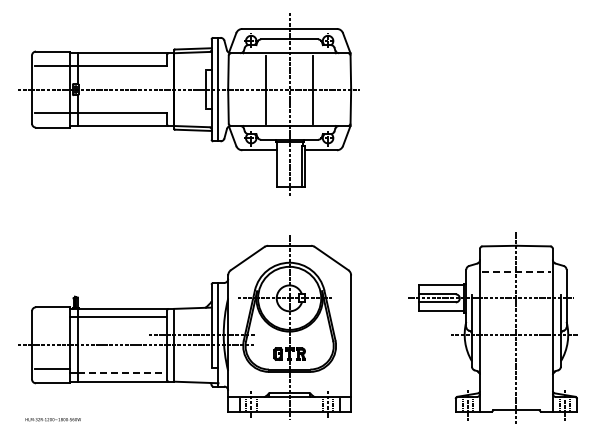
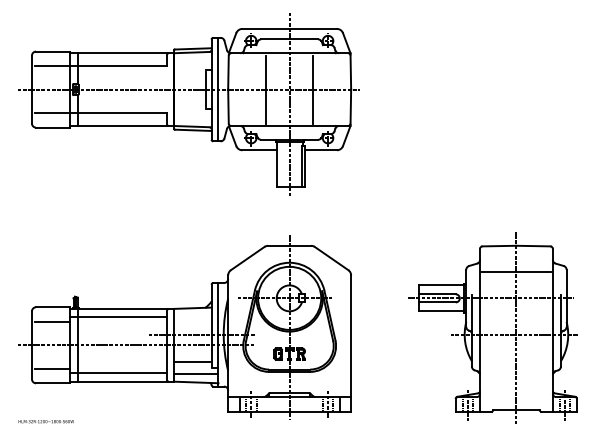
line at (516, 272): dashed -> solid
line at (52, 321): none -> present
line at (191, 361): none -> present
line at (122, 373): dashed -> solid
line at (196, 374): none -> present
text at (52, 419) position: (52, 419) -> (45, 421)
